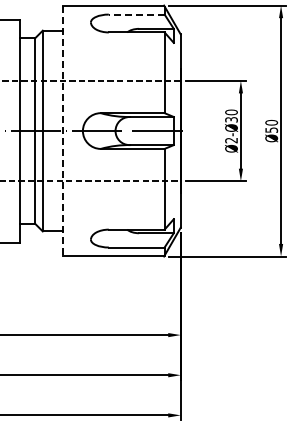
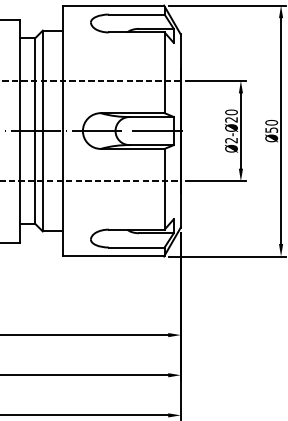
line at (136, 14): dashed -> solid
text at (231, 119): 30 -> 20
line at (62, 131): dashed -> solid
